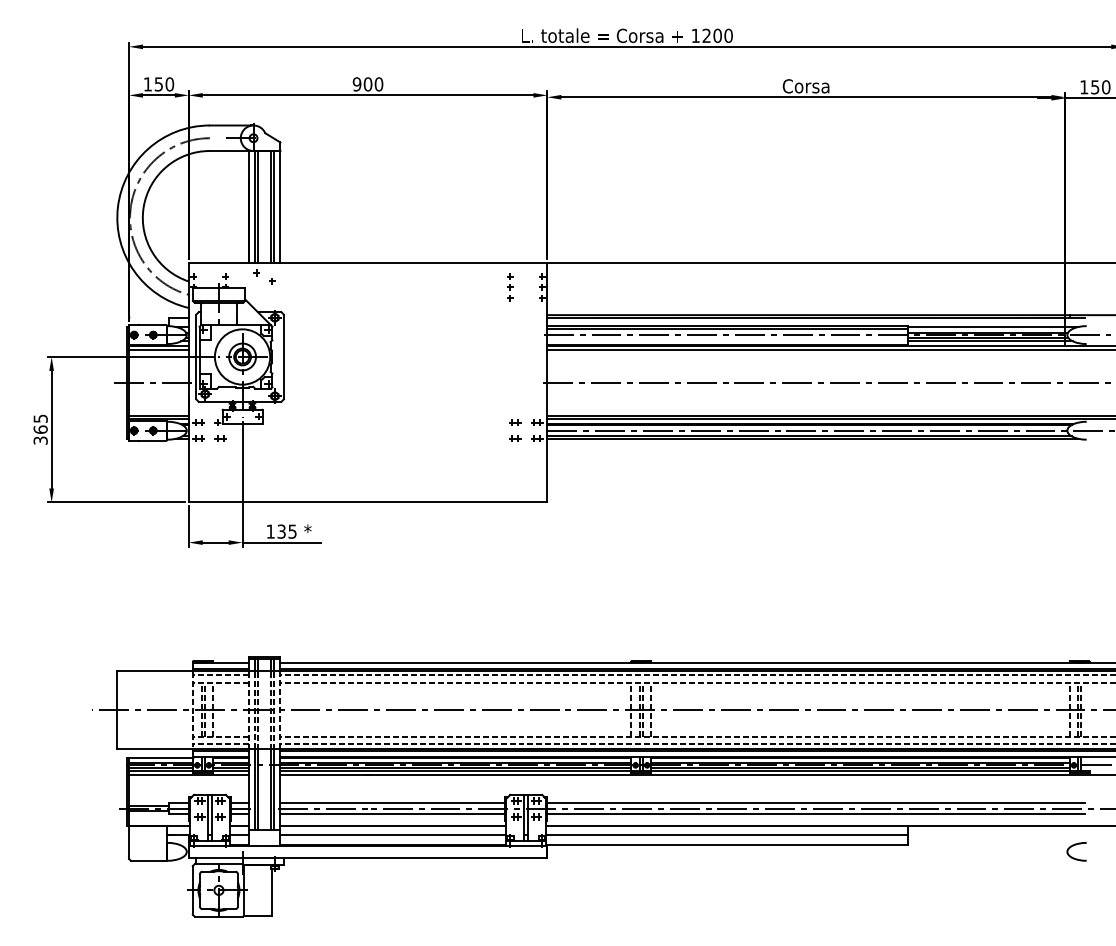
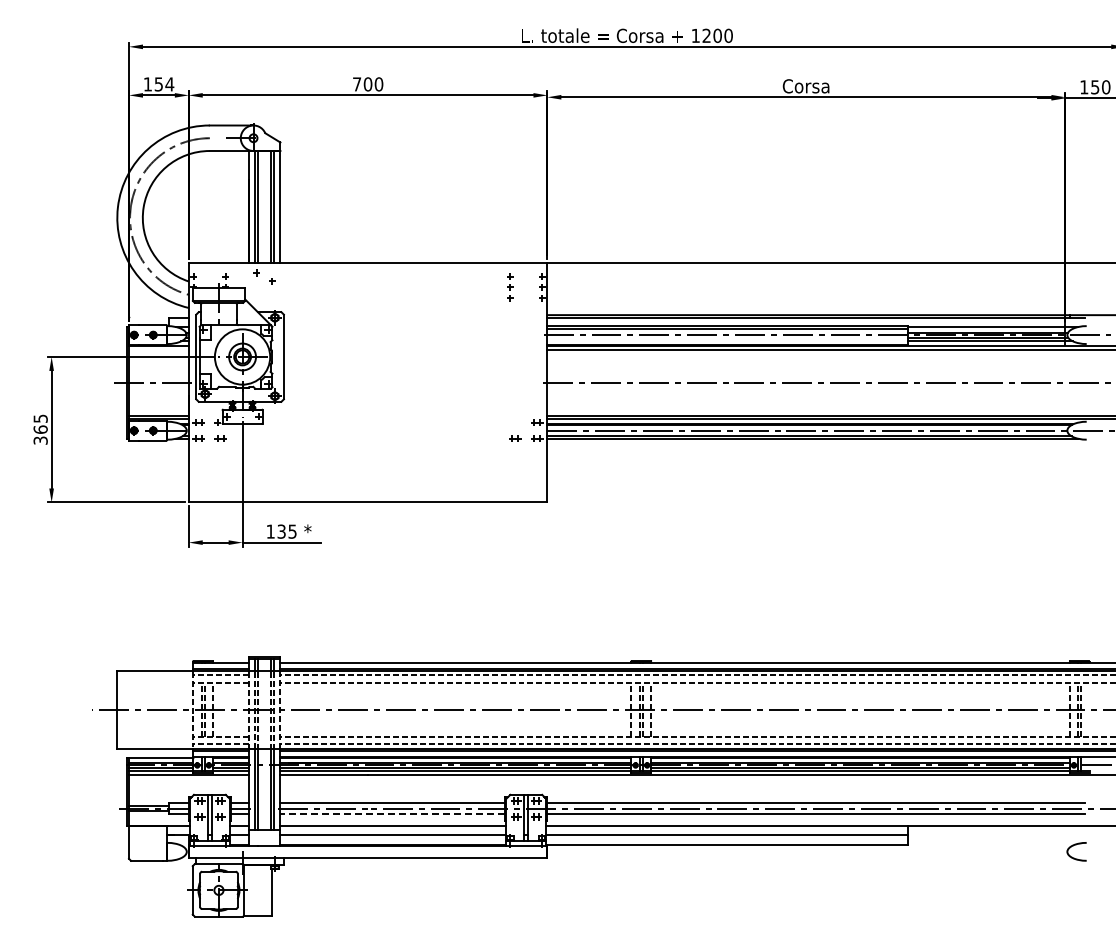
text at (169, 84): 150 -> 154
text at (356, 84): 900 -> 700
line at (158, 349): present -> none
part at (515, 422): present -> none
line at (392, 814): solid -> dashed
